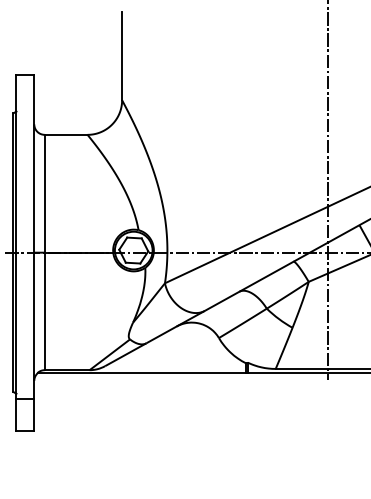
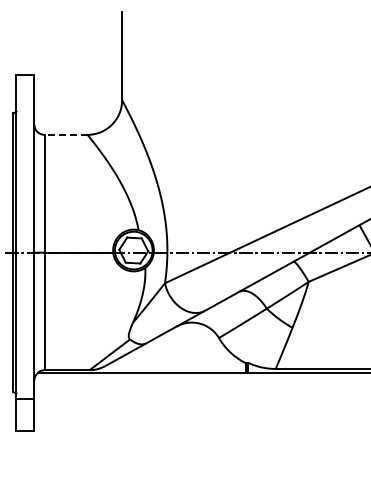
line at (65, 134): solid -> dashed
line at (327, 191): present -> none
